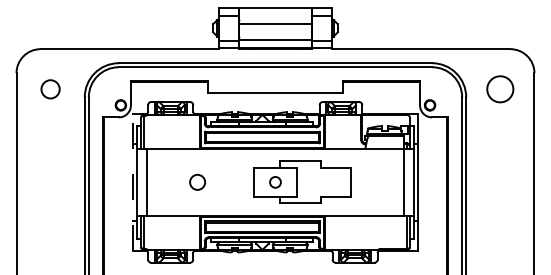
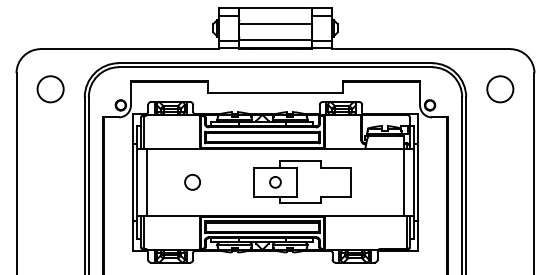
circle at (50, 89) size: 21x21 px -> 29x29 px
line at (132, 181): dashed -> solid
circle at (197, 182) position: (197, 182) -> (192, 182)
